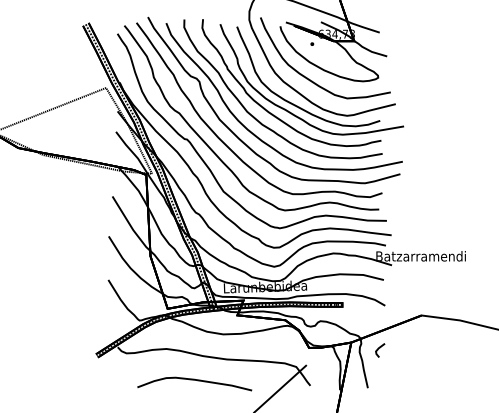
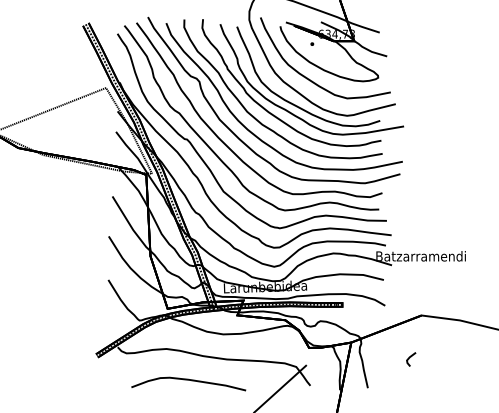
line at (380, 348) position: (380, 348) -> (411, 357)
curve at (194, 380) position: (194, 380) -> (188, 380)
